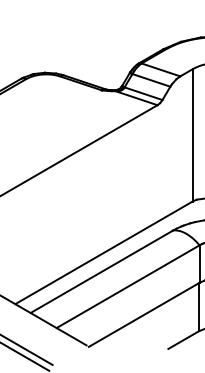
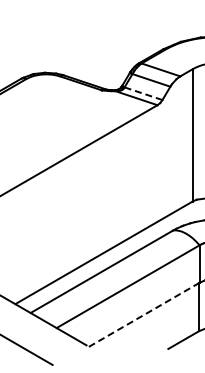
line at (143, 93): solid -> dashed
line at (144, 314): solid -> dashed
line at (24, 356): present -> none
